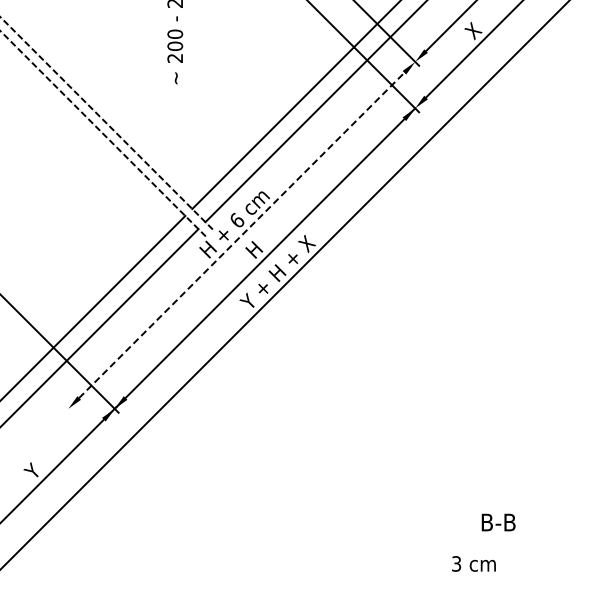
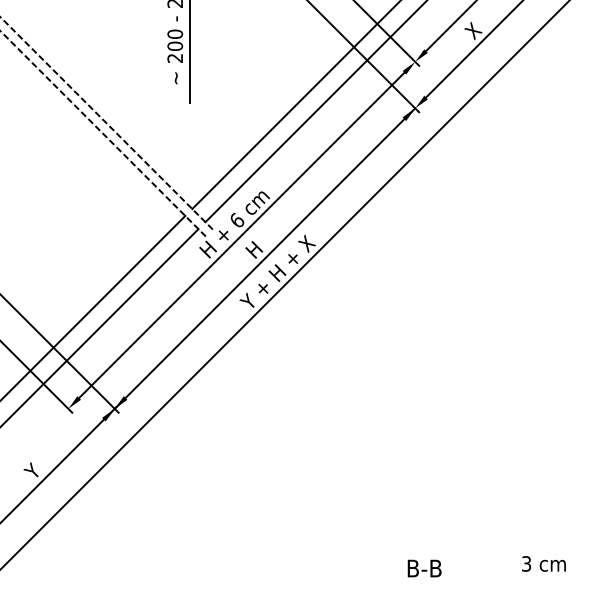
line at (189, 52): none -> present
line at (243, 233): dashed -> solid
line at (37, 377): none -> present
text at (498, 522) position: (498, 522) -> (424, 568)
text at (473, 563) position: (473, 563) -> (543, 563)
